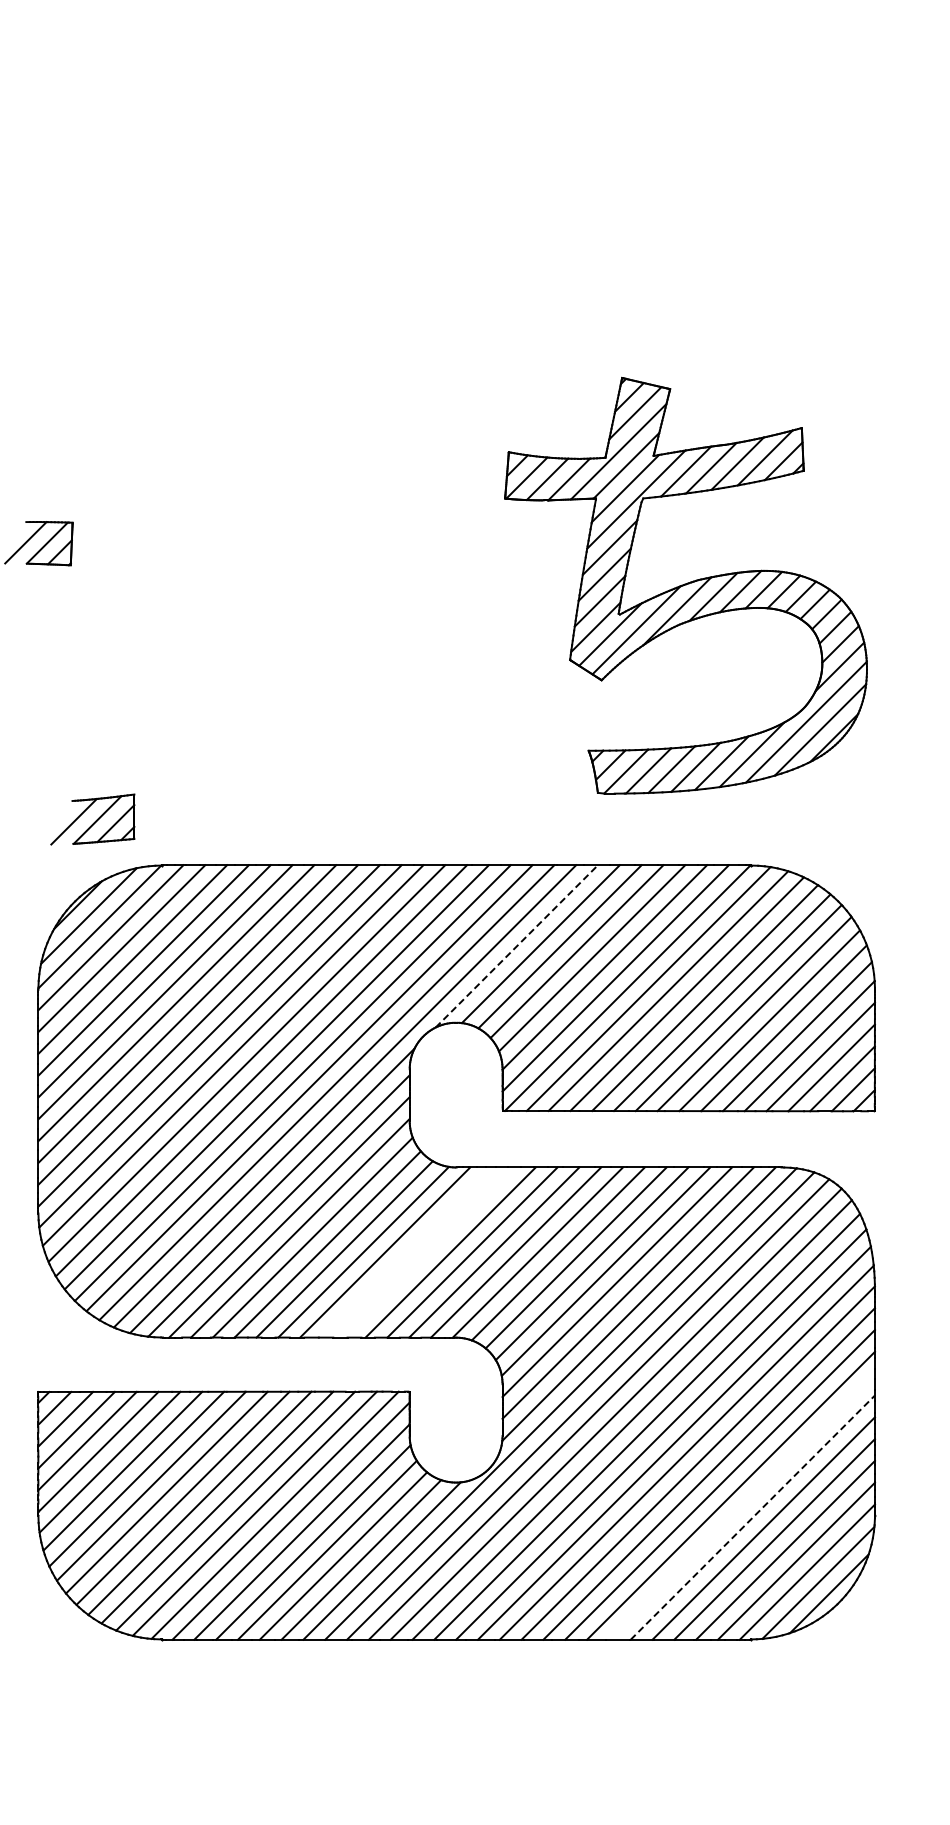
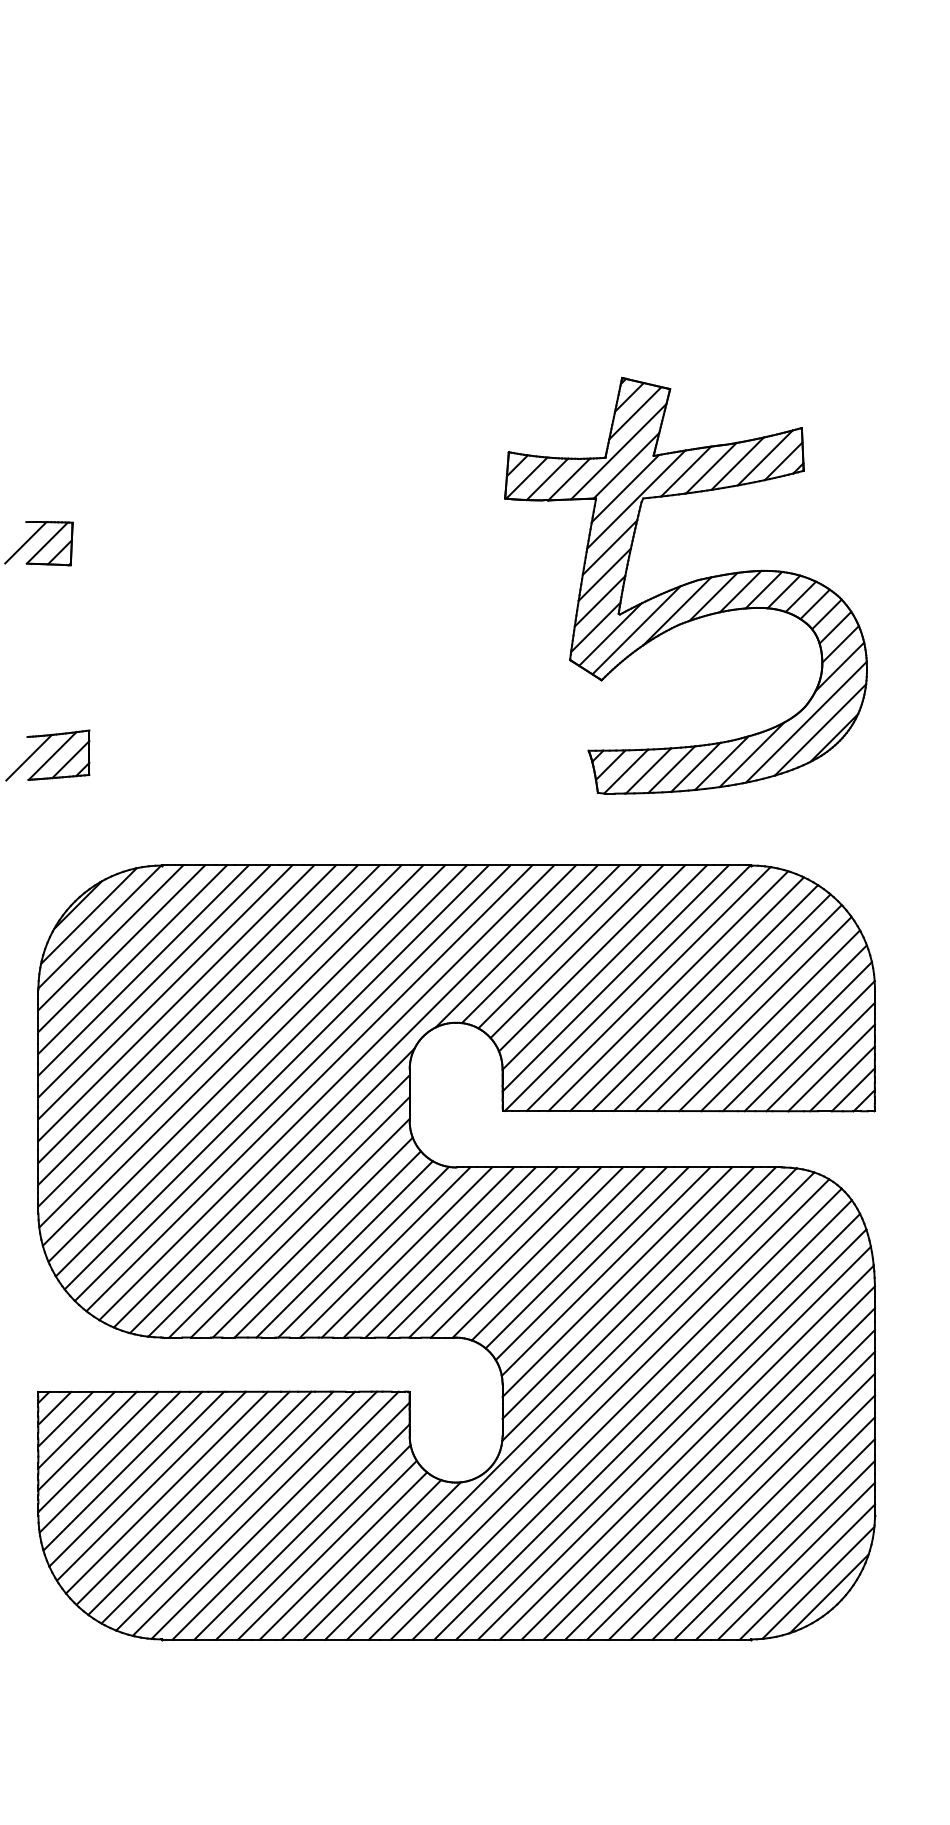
part at (92, 819) position: (92, 819) -> (47, 755)
line at (516, 946): dashed -> solid
line at (406, 1252): none -> present
line at (428, 1252): none -> present
line at (741, 1506): none -> present
line at (752, 1517): dashed -> solid
